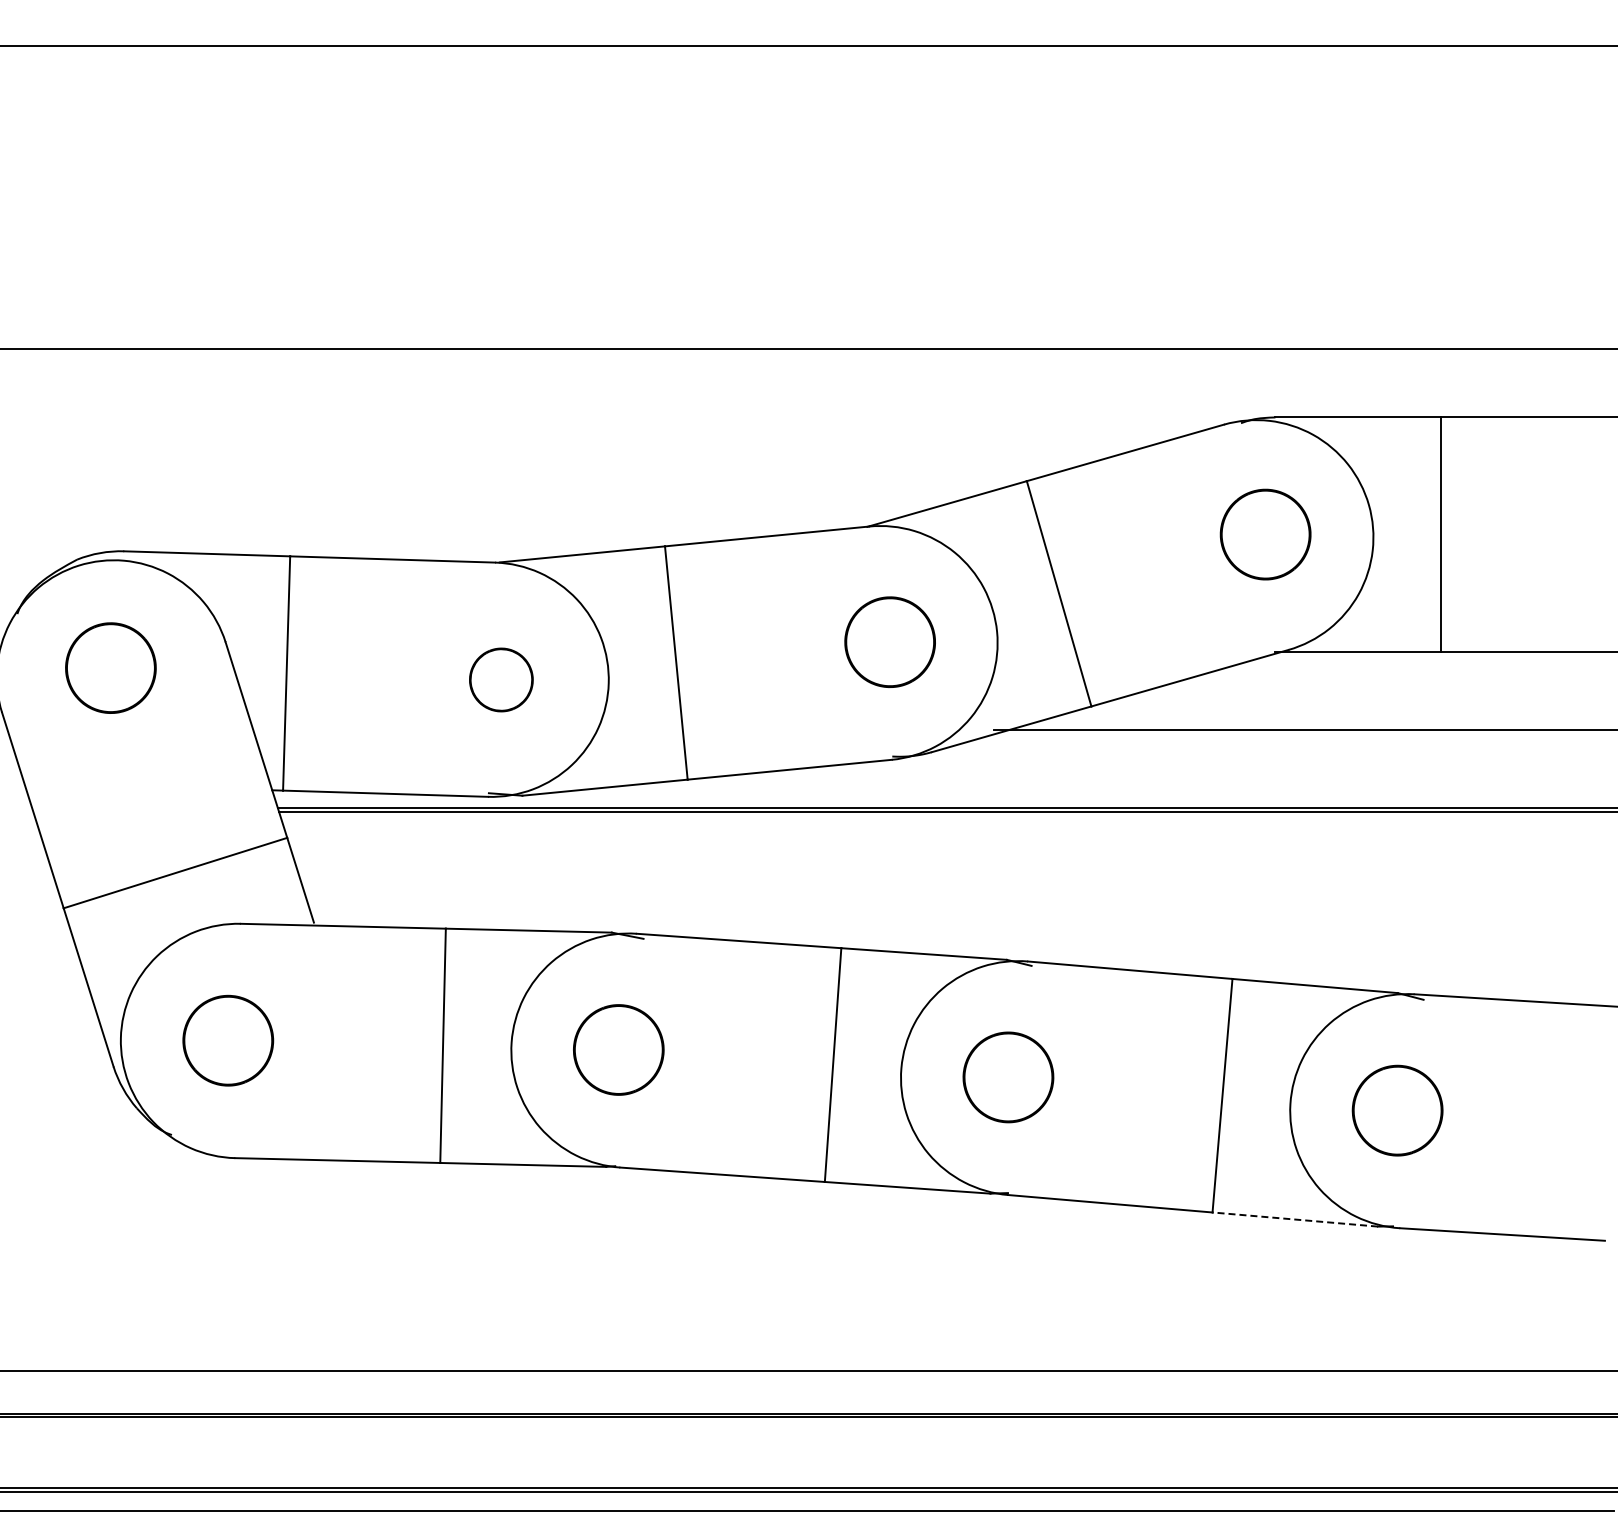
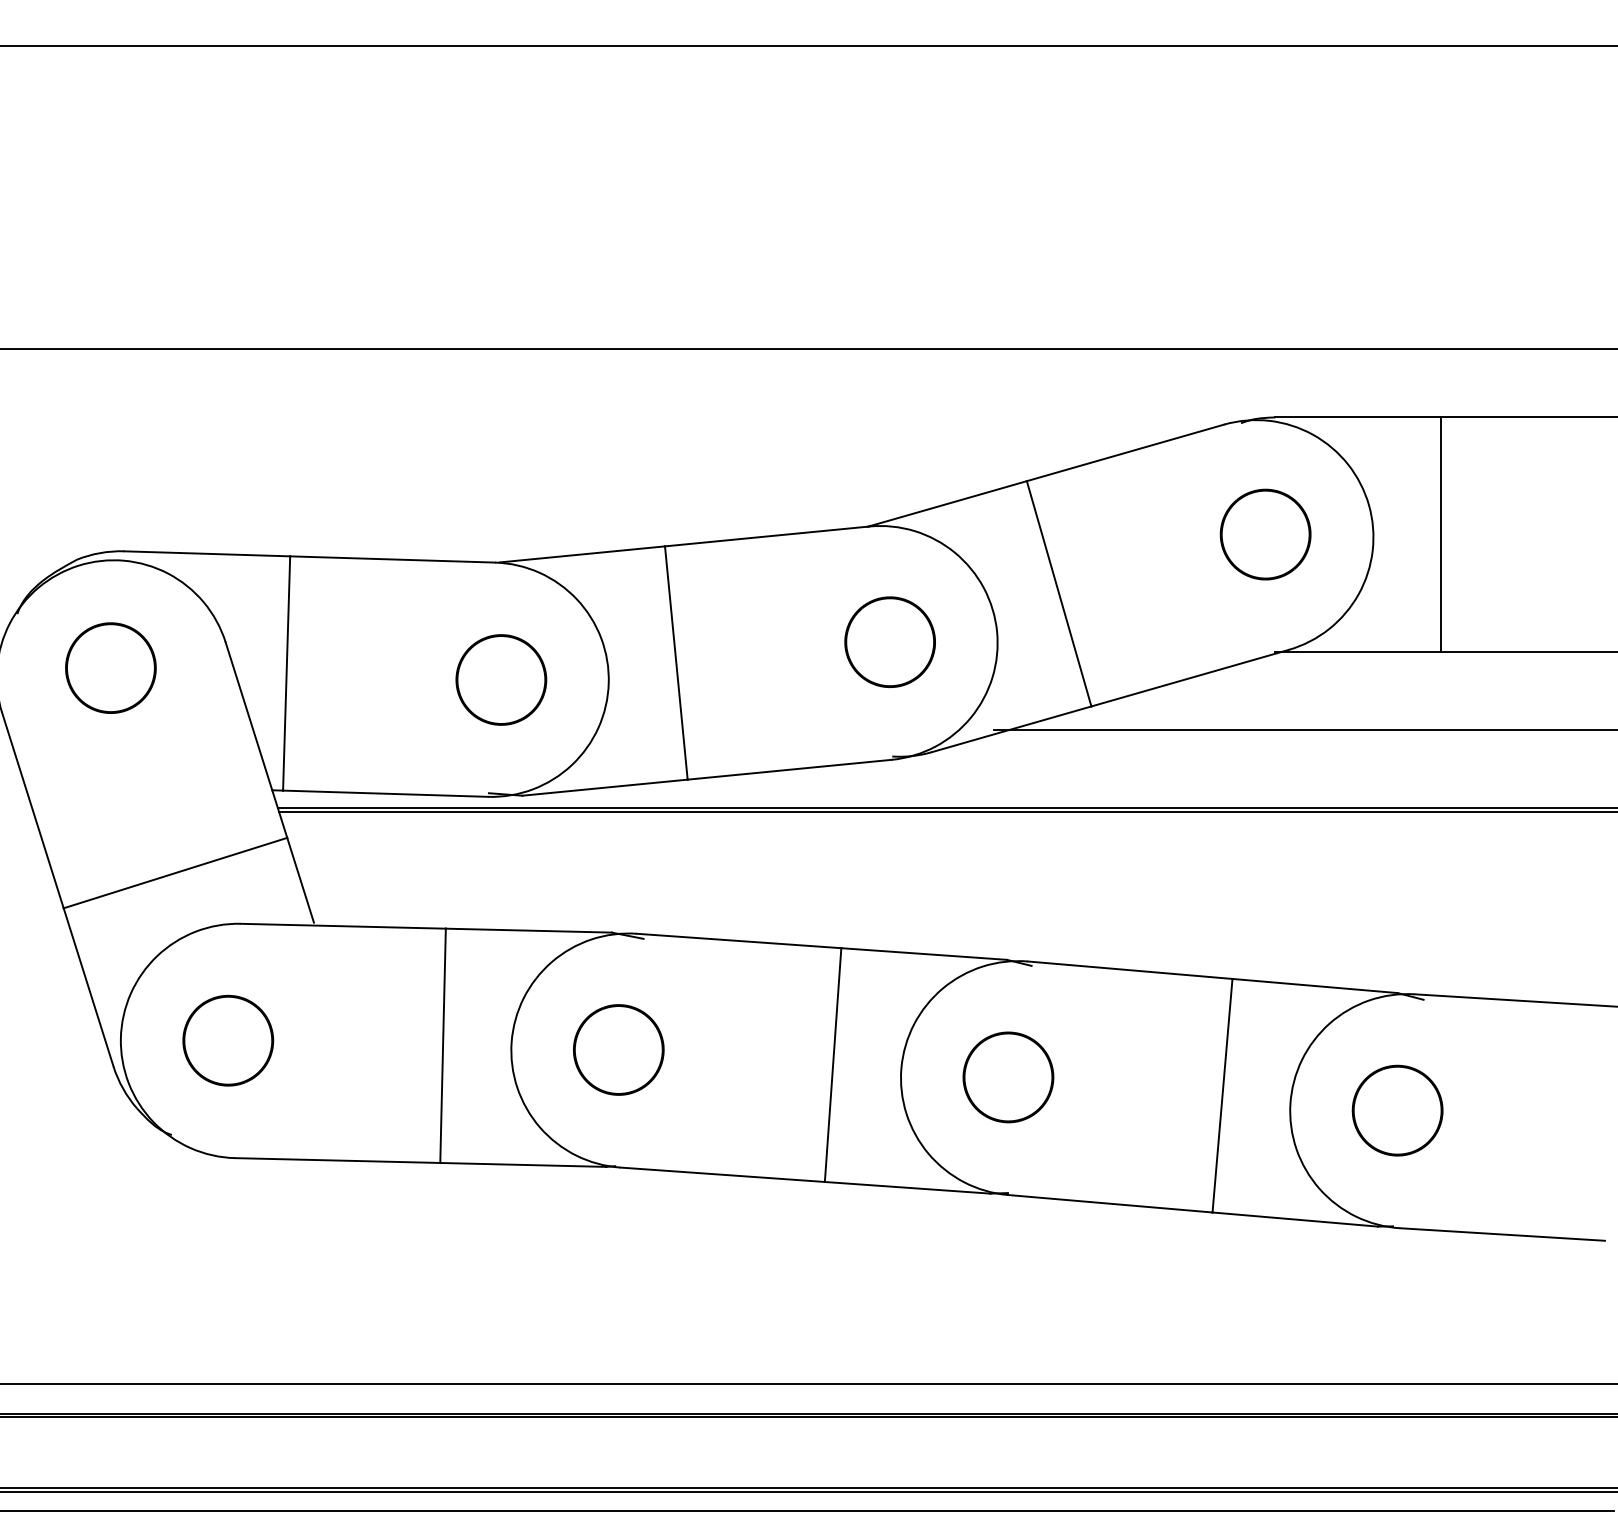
part at (501, 679) size: 65x66 px -> 93x92 px
line at (1294, 1219): dashed -> solid
line at (808, 1371) position: (808, 1371) -> (808, 1384)
